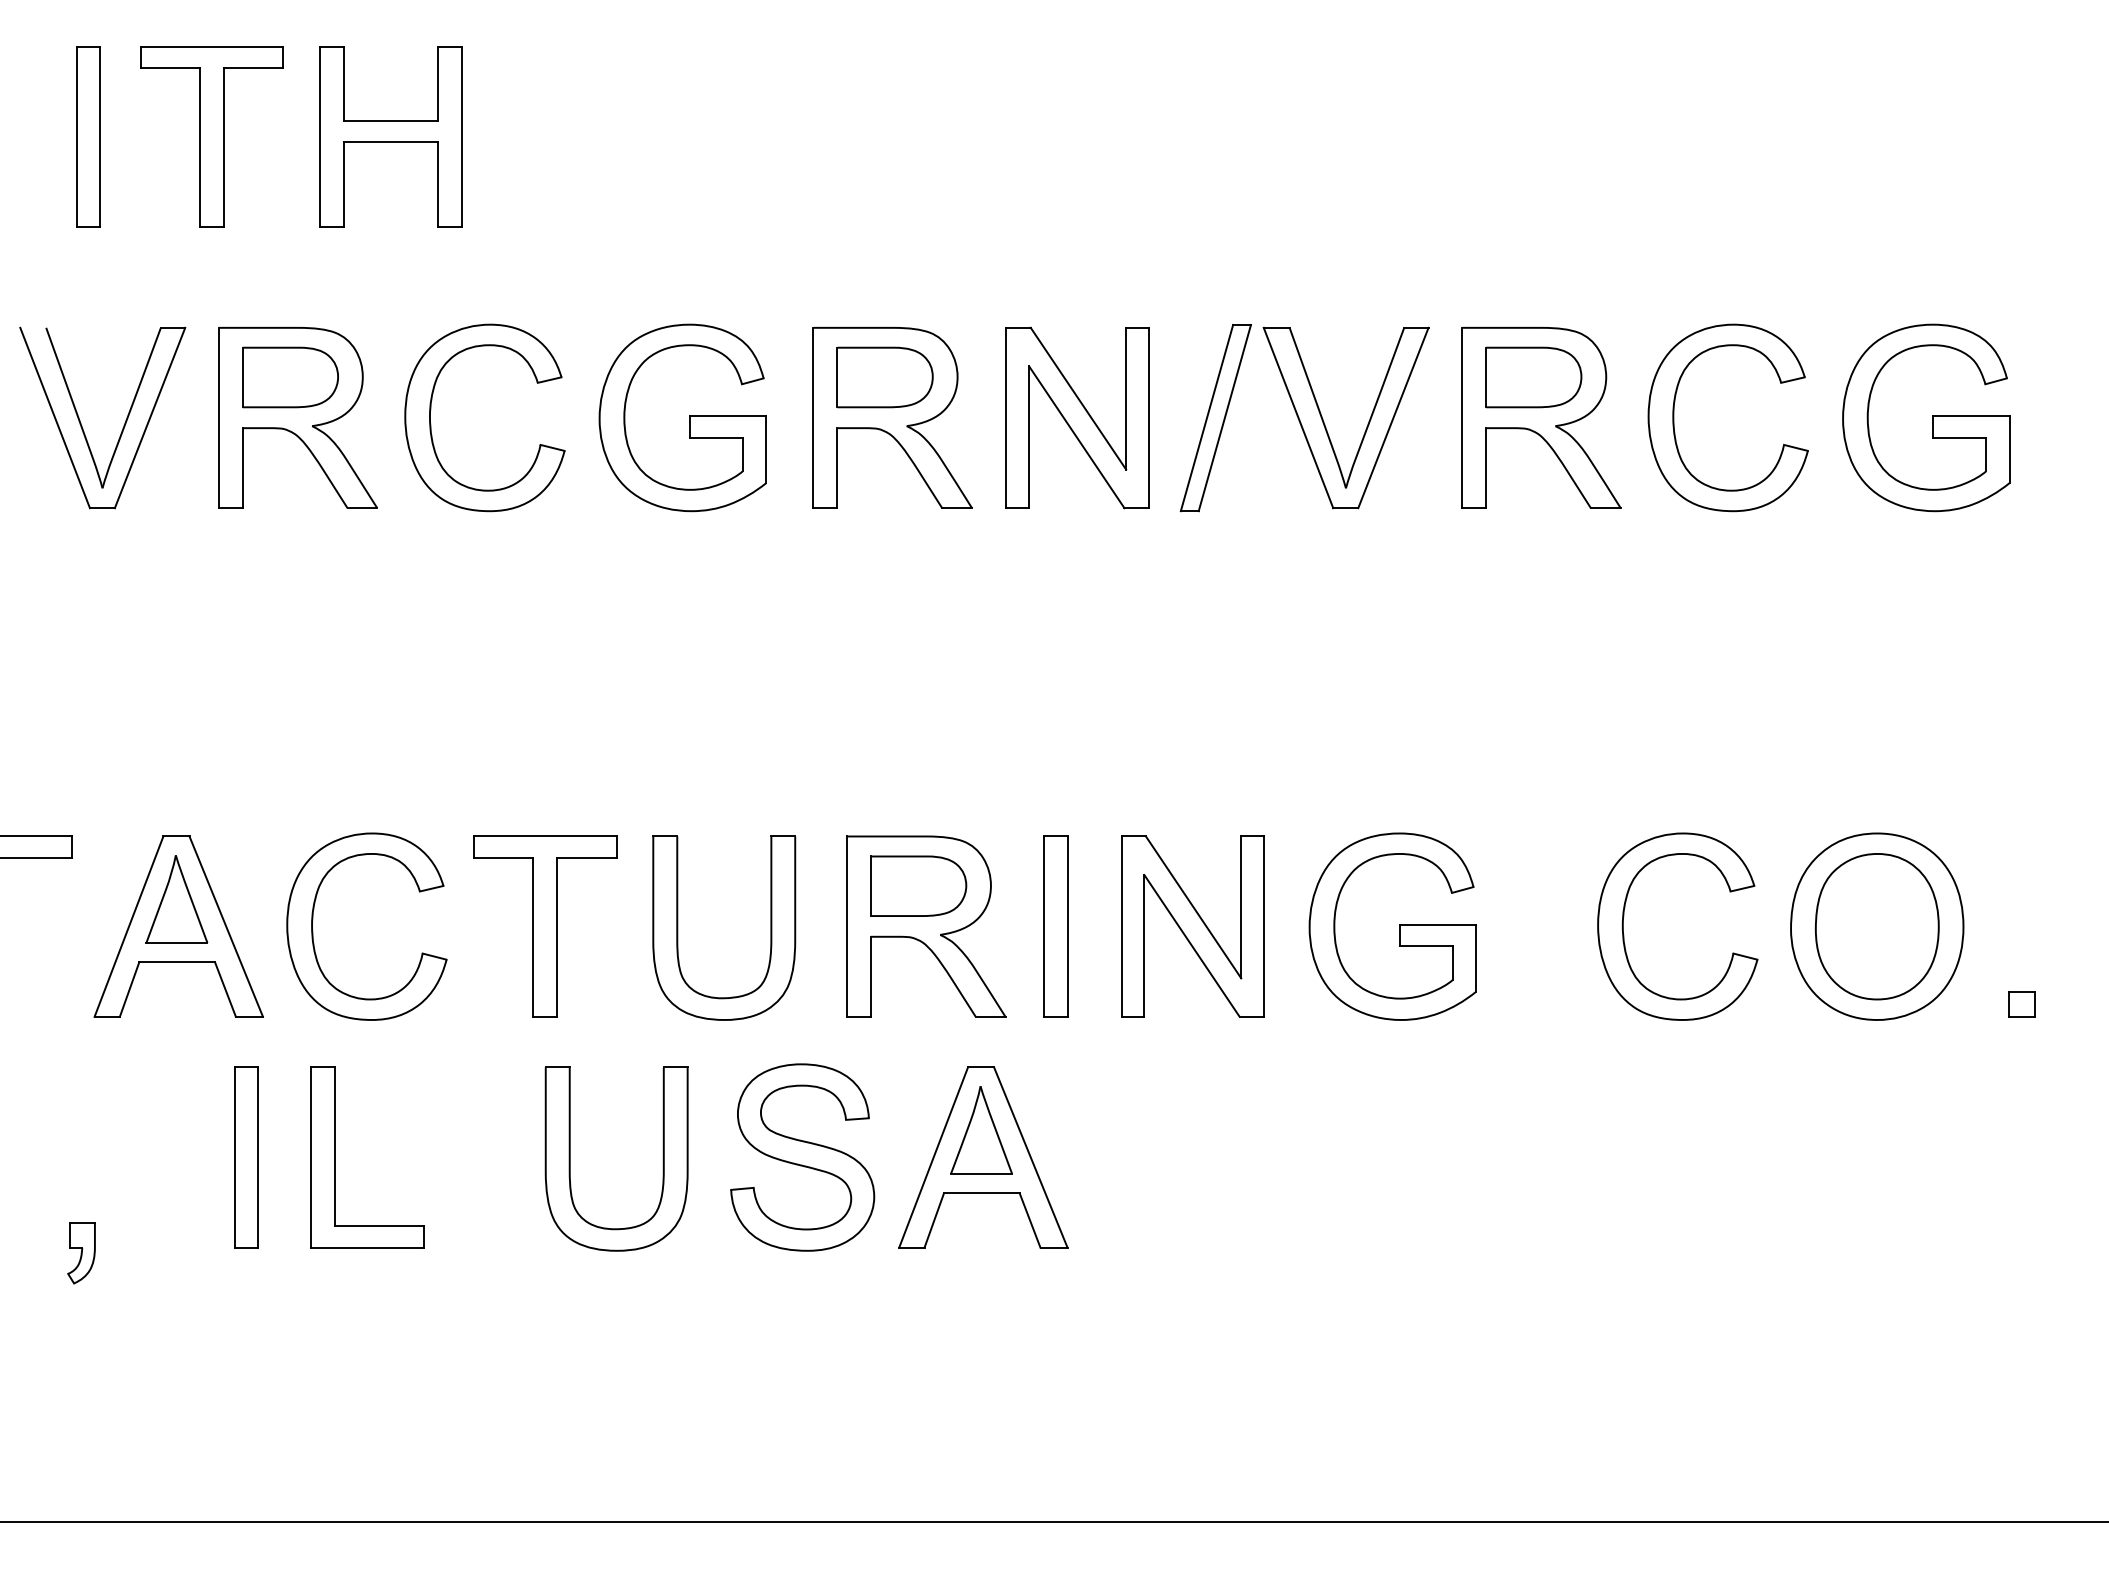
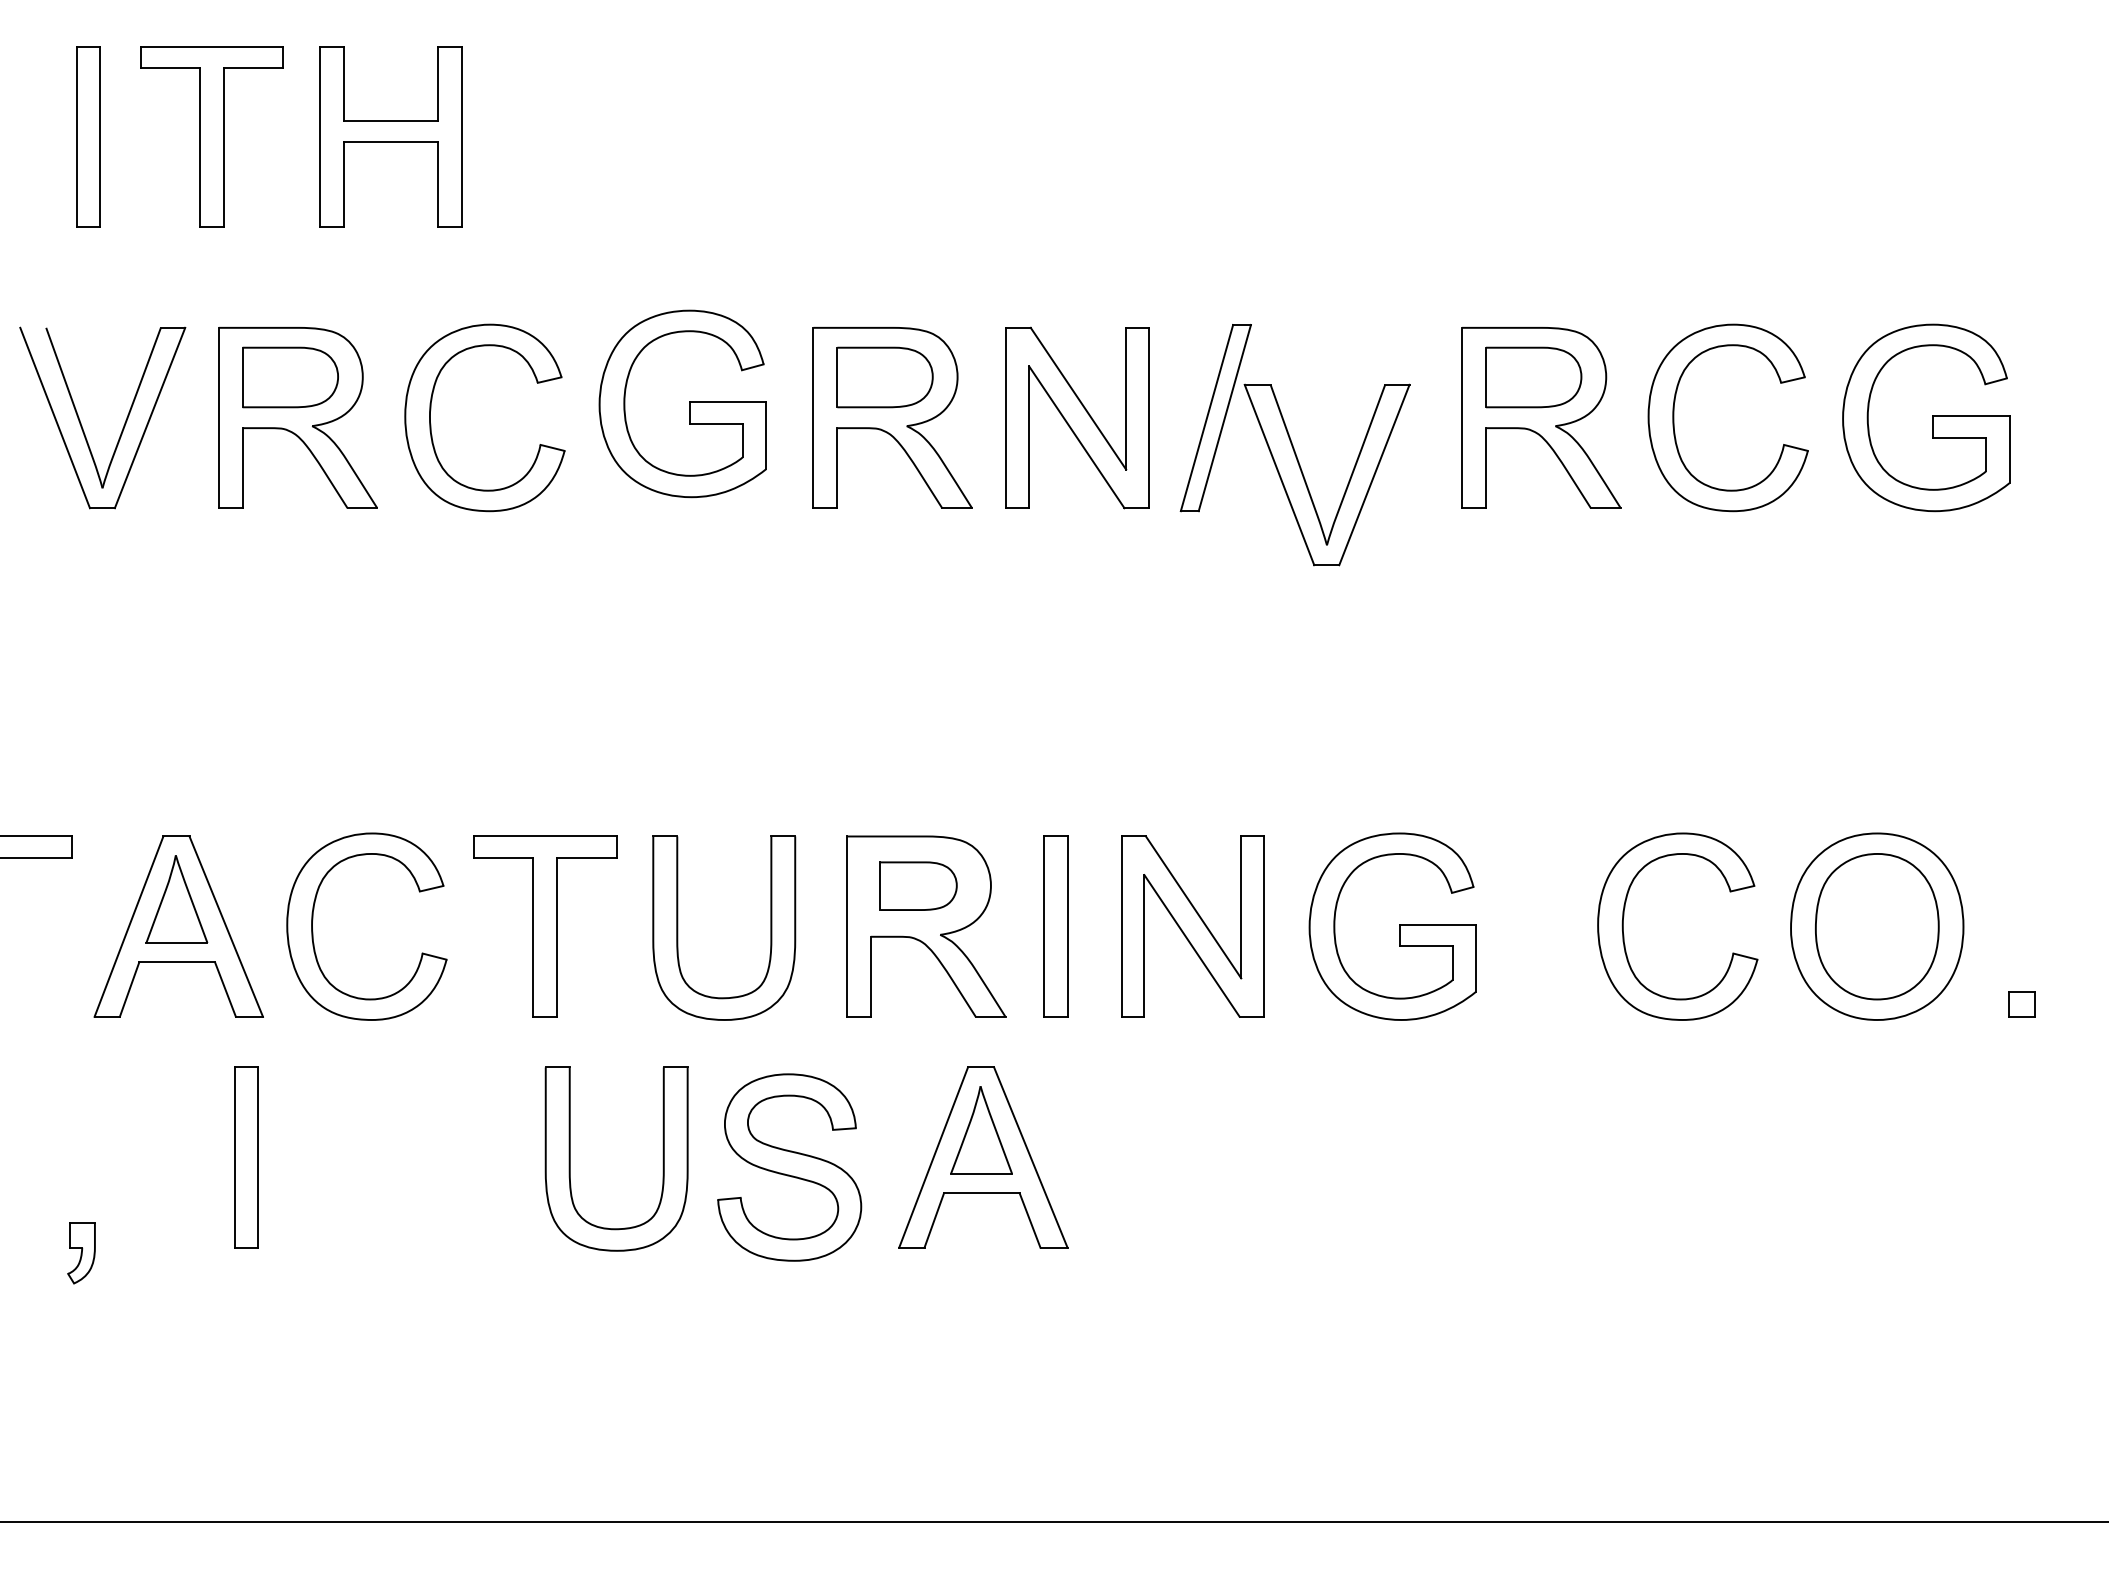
part at (689, 417) position: (689, 417) -> (689, 403)
part at (1325, 424) position: (1325, 424) -> (1306, 481)
part at (918, 885) size: 98x62 px -> 79x50 px
part at (335, 1157): present -> none
part at (802, 1157) position: (802, 1157) -> (789, 1167)
